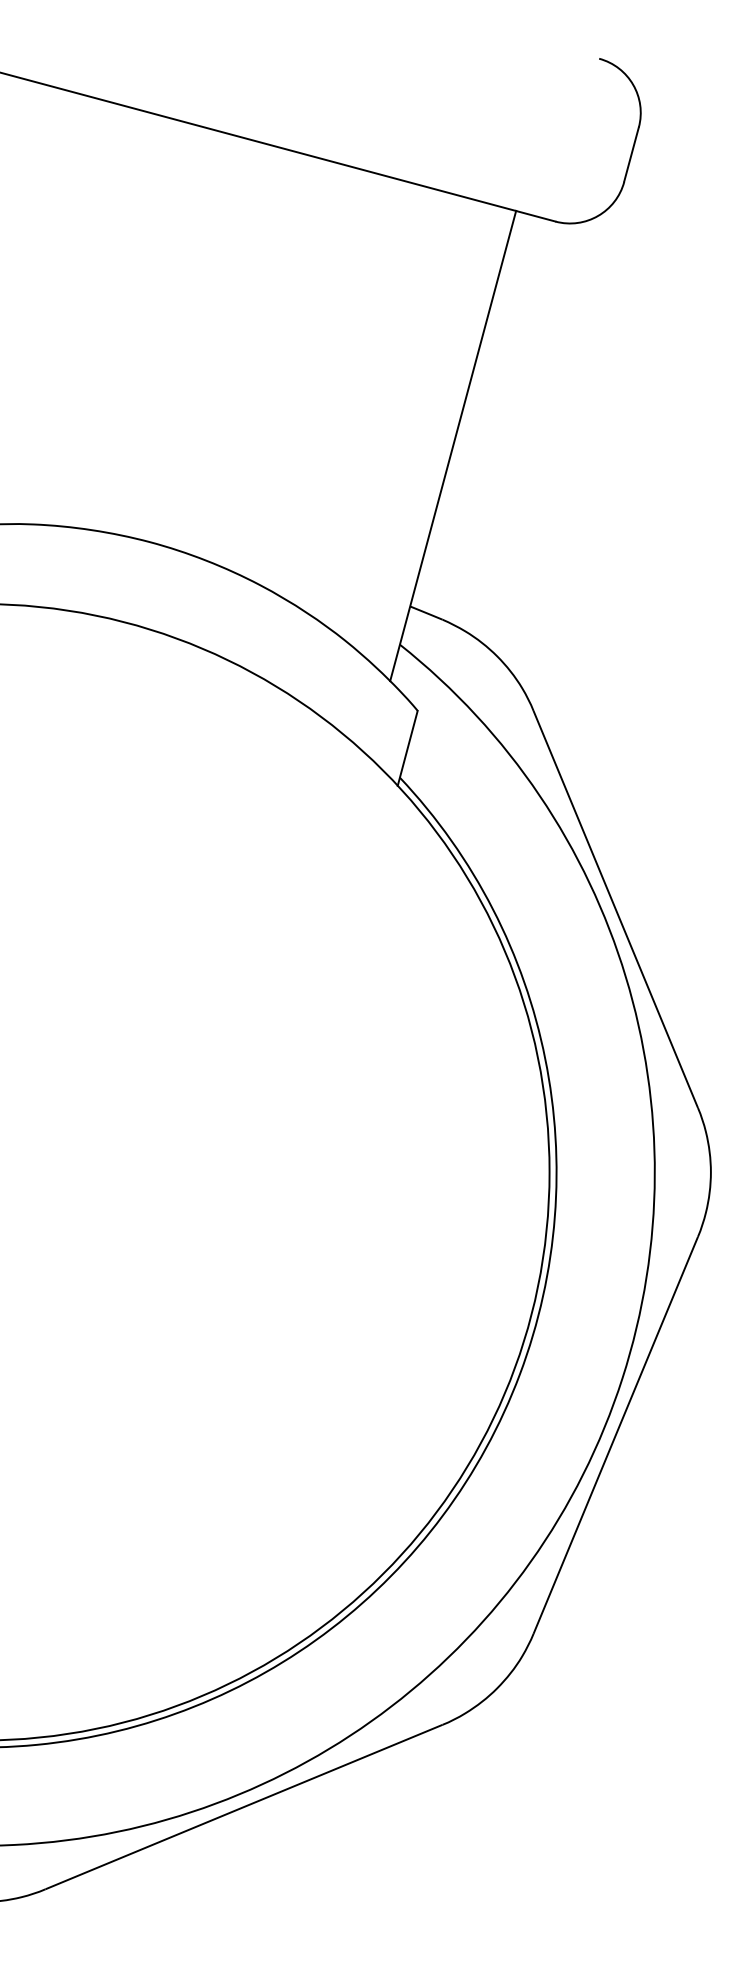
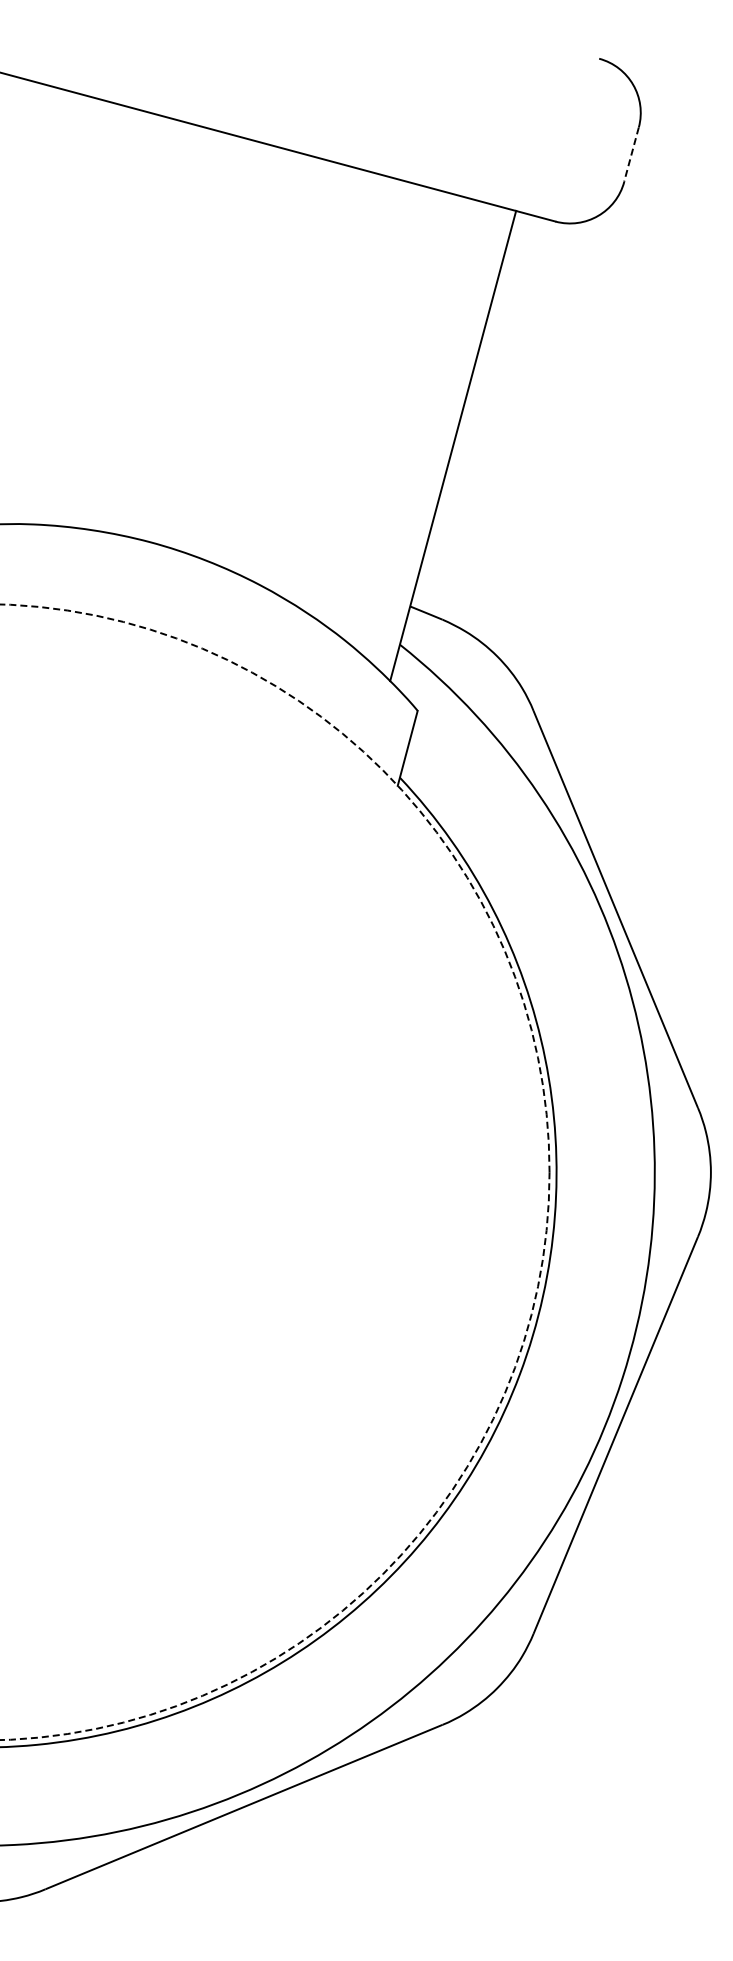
line at (631, 155): solid -> dashed
circle at (274, 1172): solid -> dashed
